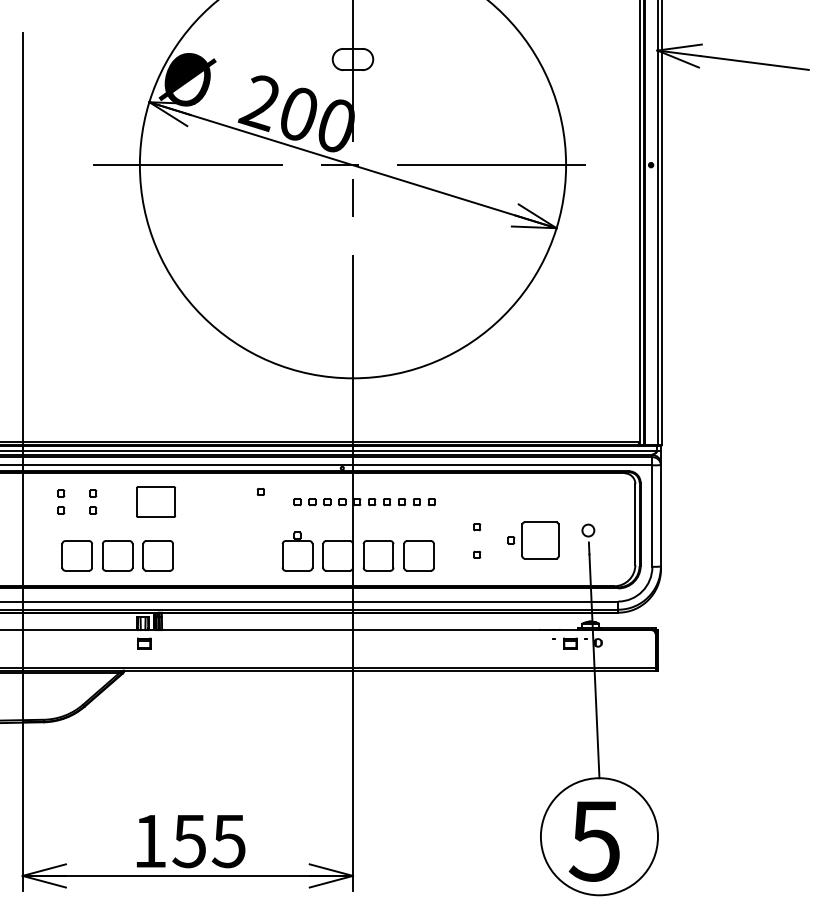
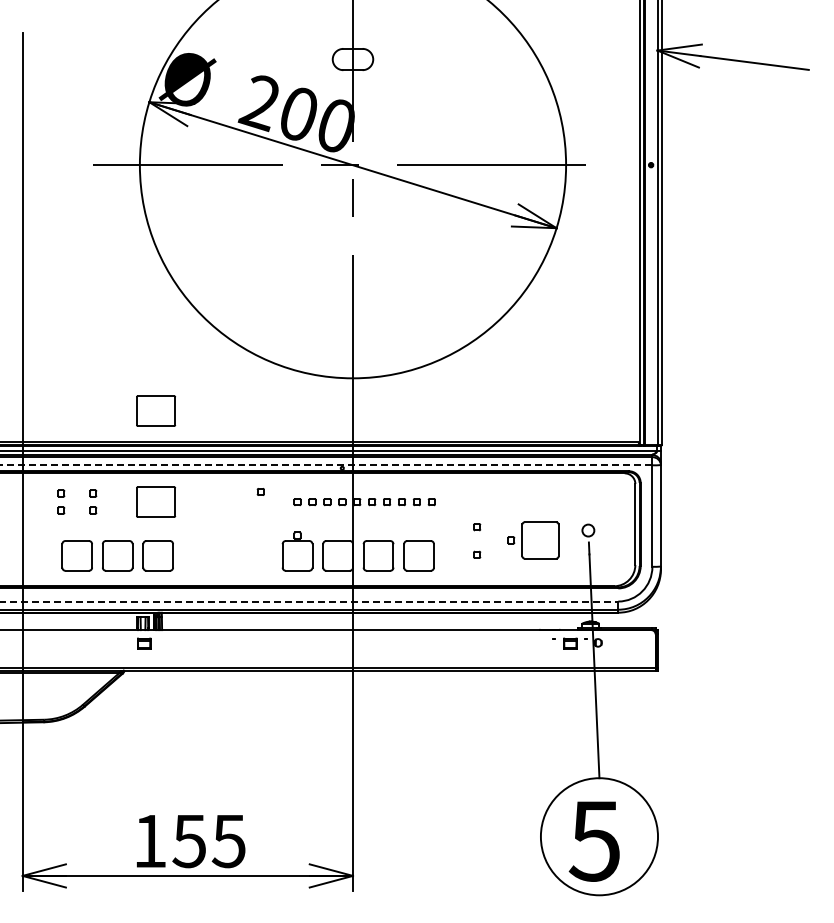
part at (156, 410): none -> present
line at (326, 465): solid -> dashed
line at (309, 601): solid -> dashed
